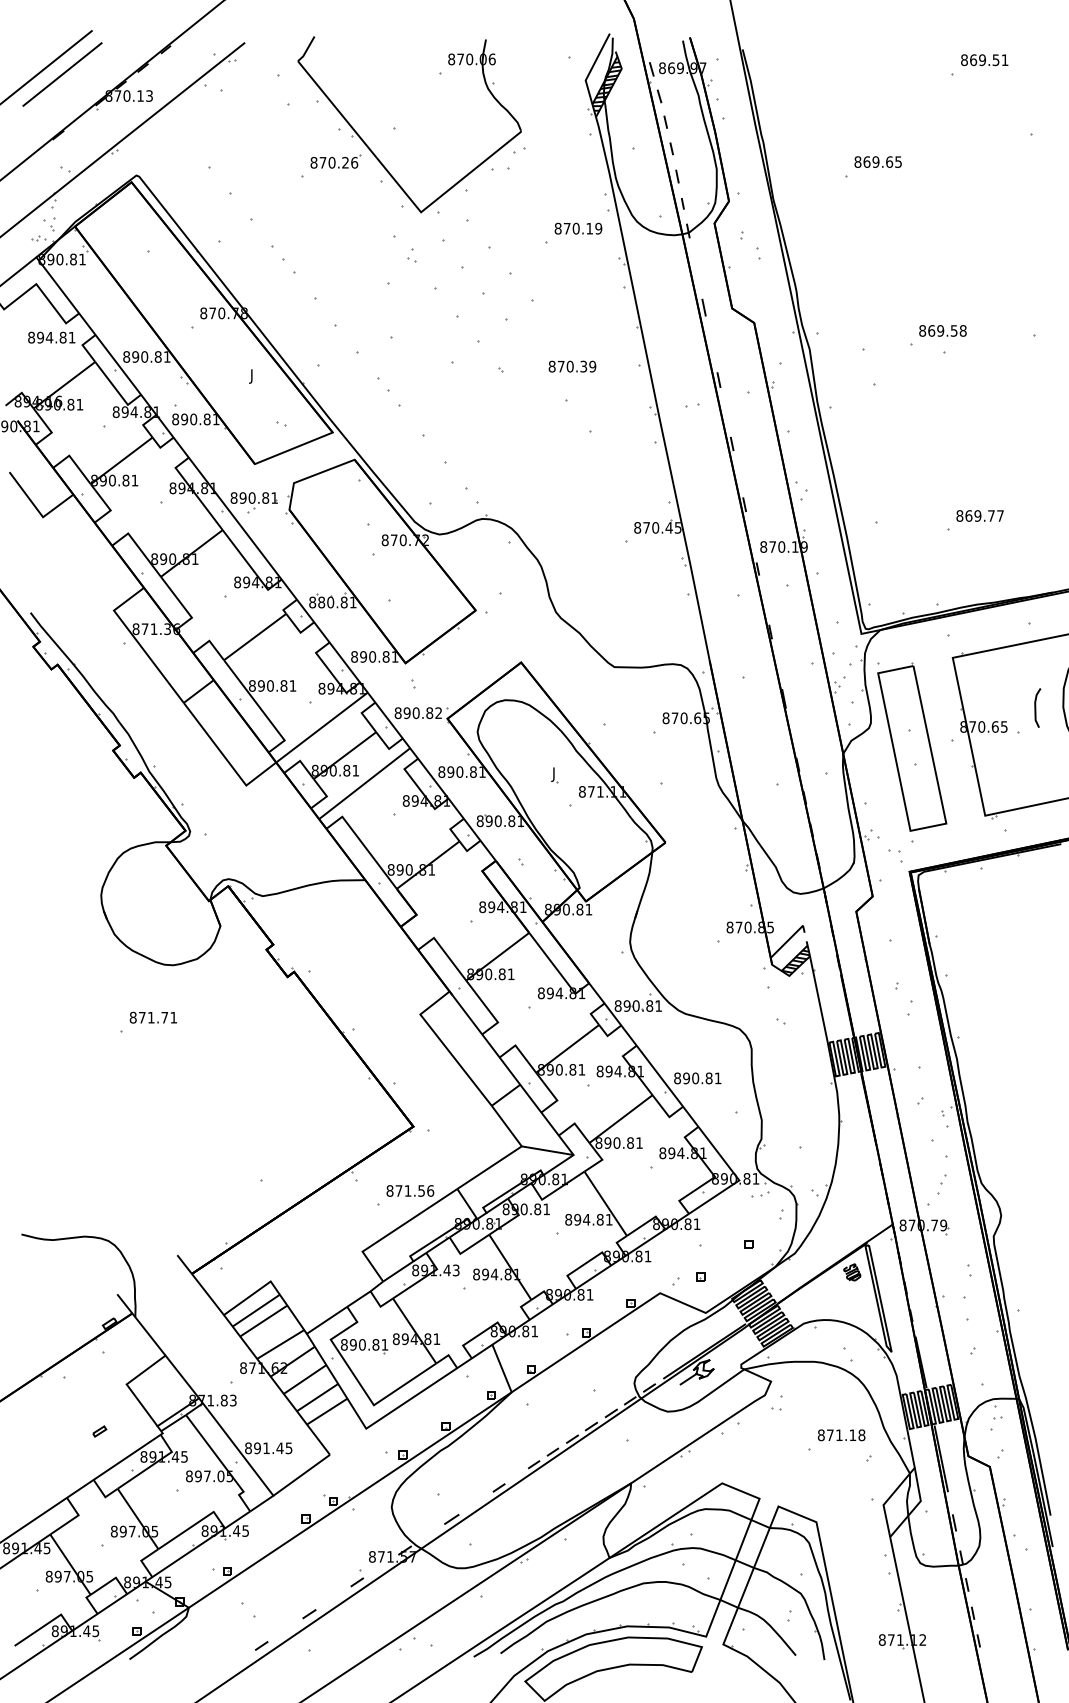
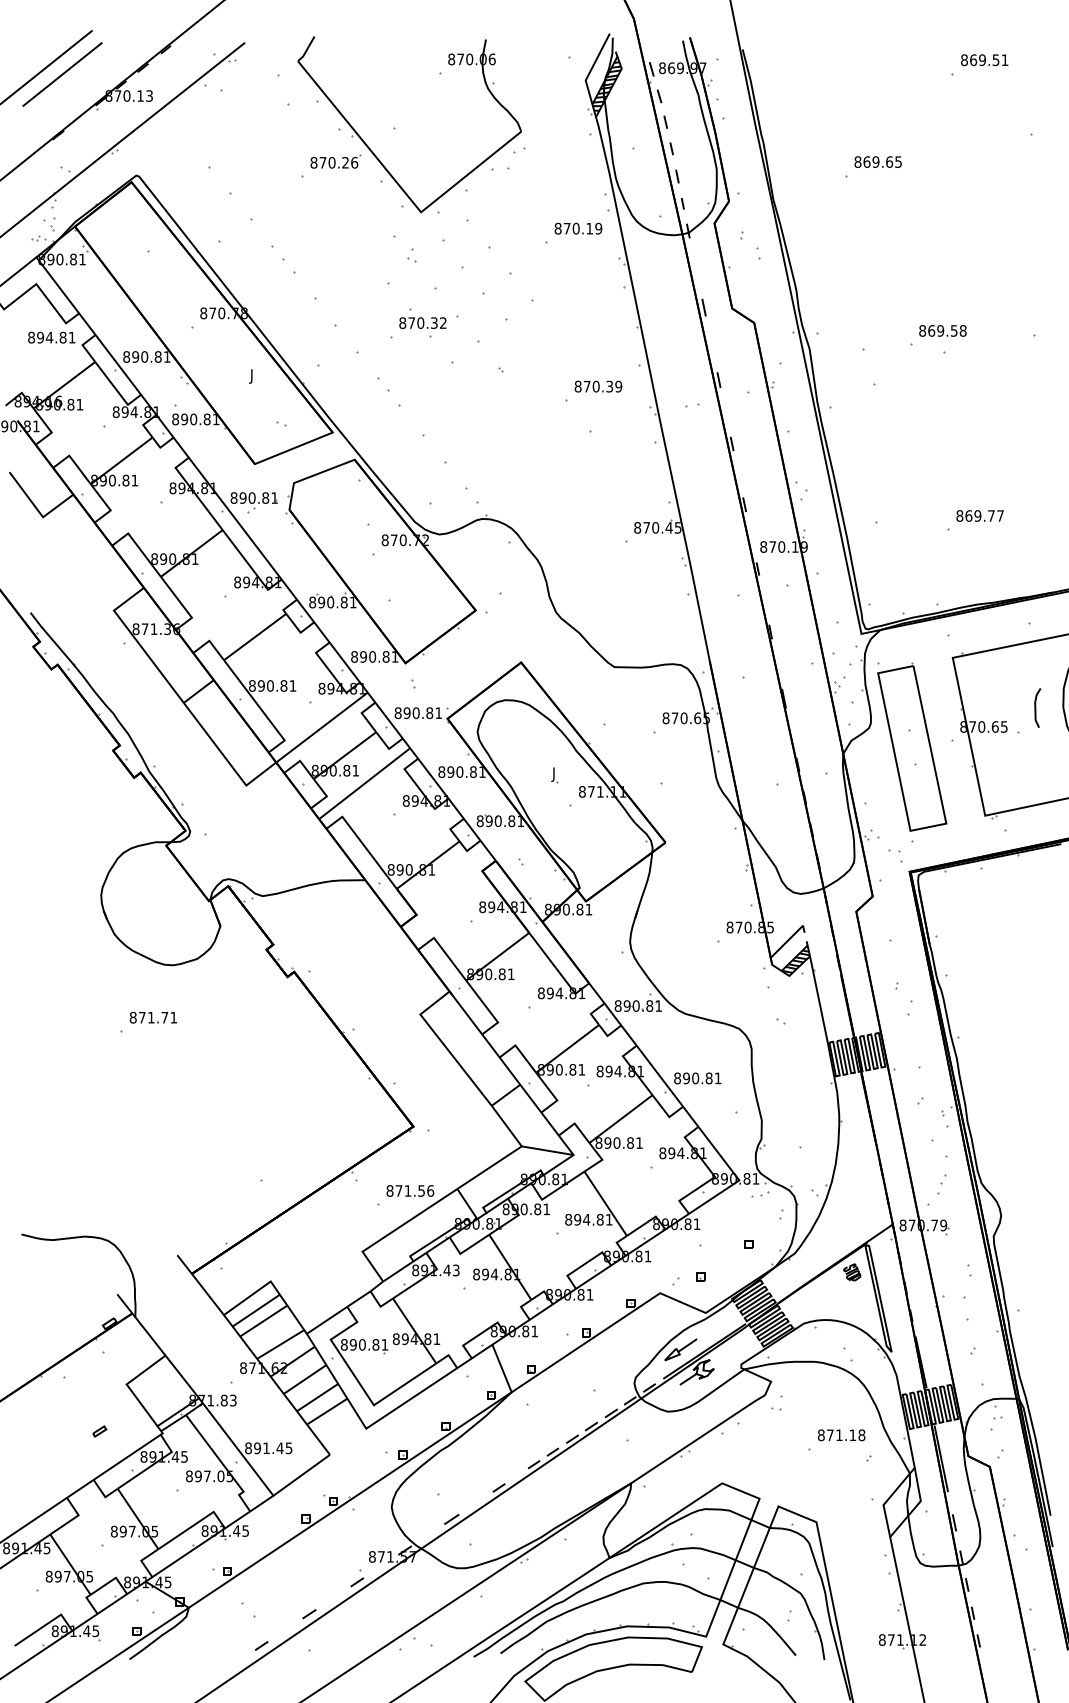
part at (422, 322): none -> present
text at (572, 366) position: (572, 366) -> (598, 386)
text at (321, 602): 880.81 -> 890.81
text at (438, 712): 890.82 -> 890.81
part at (680, 1349): none -> present
